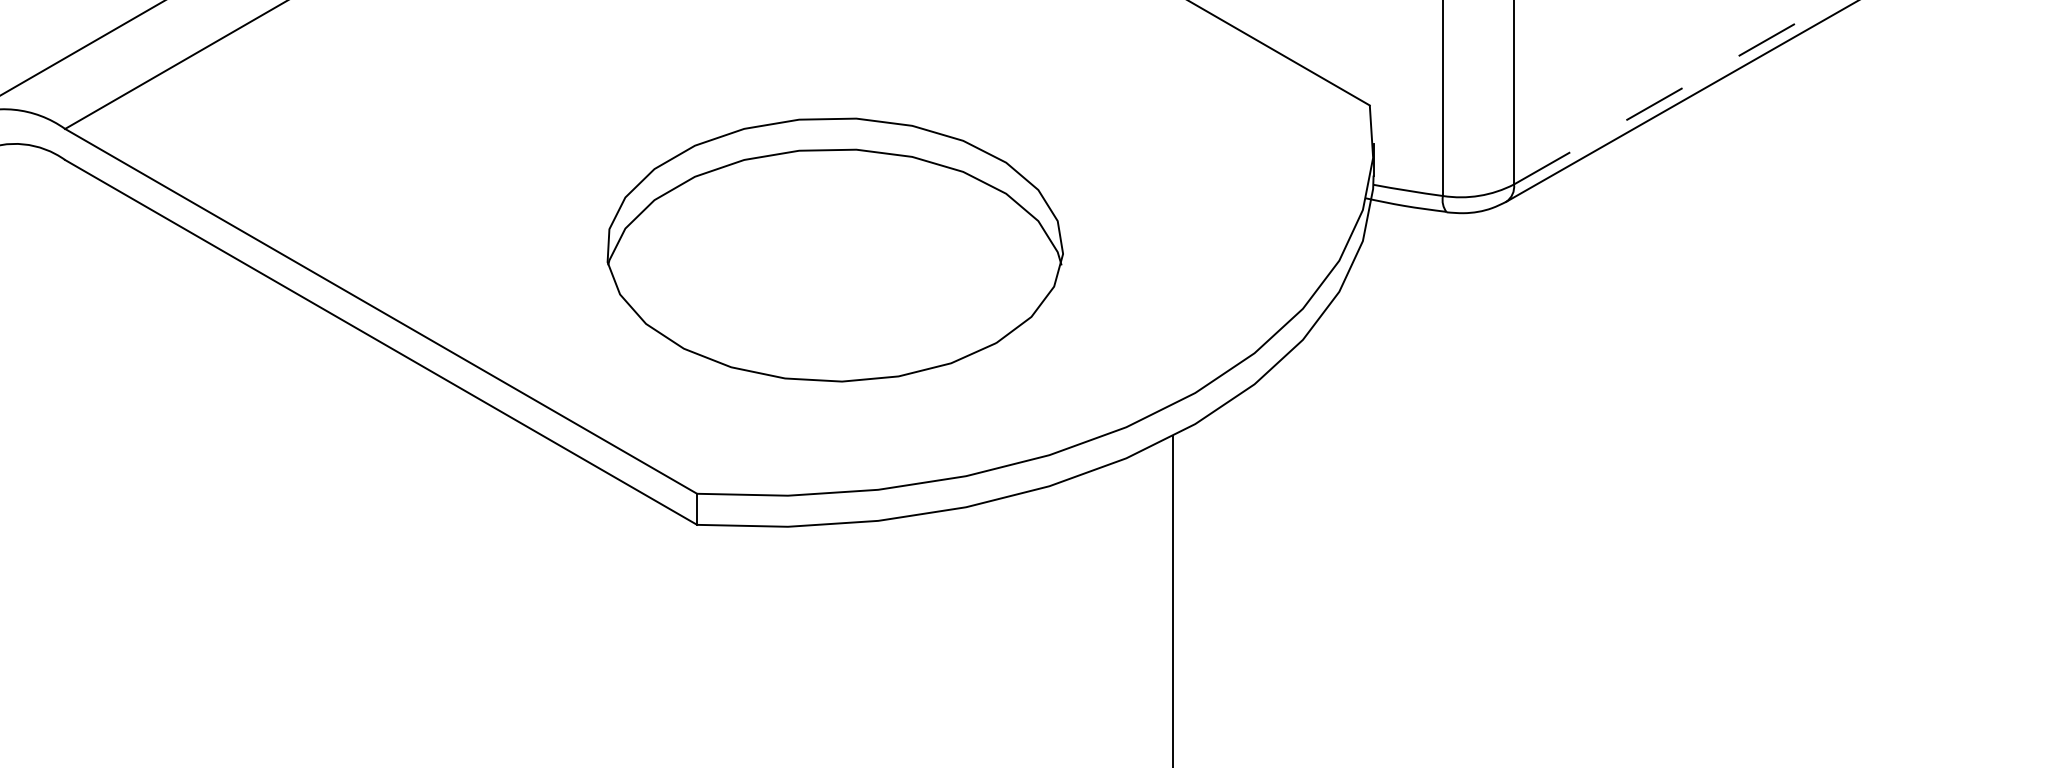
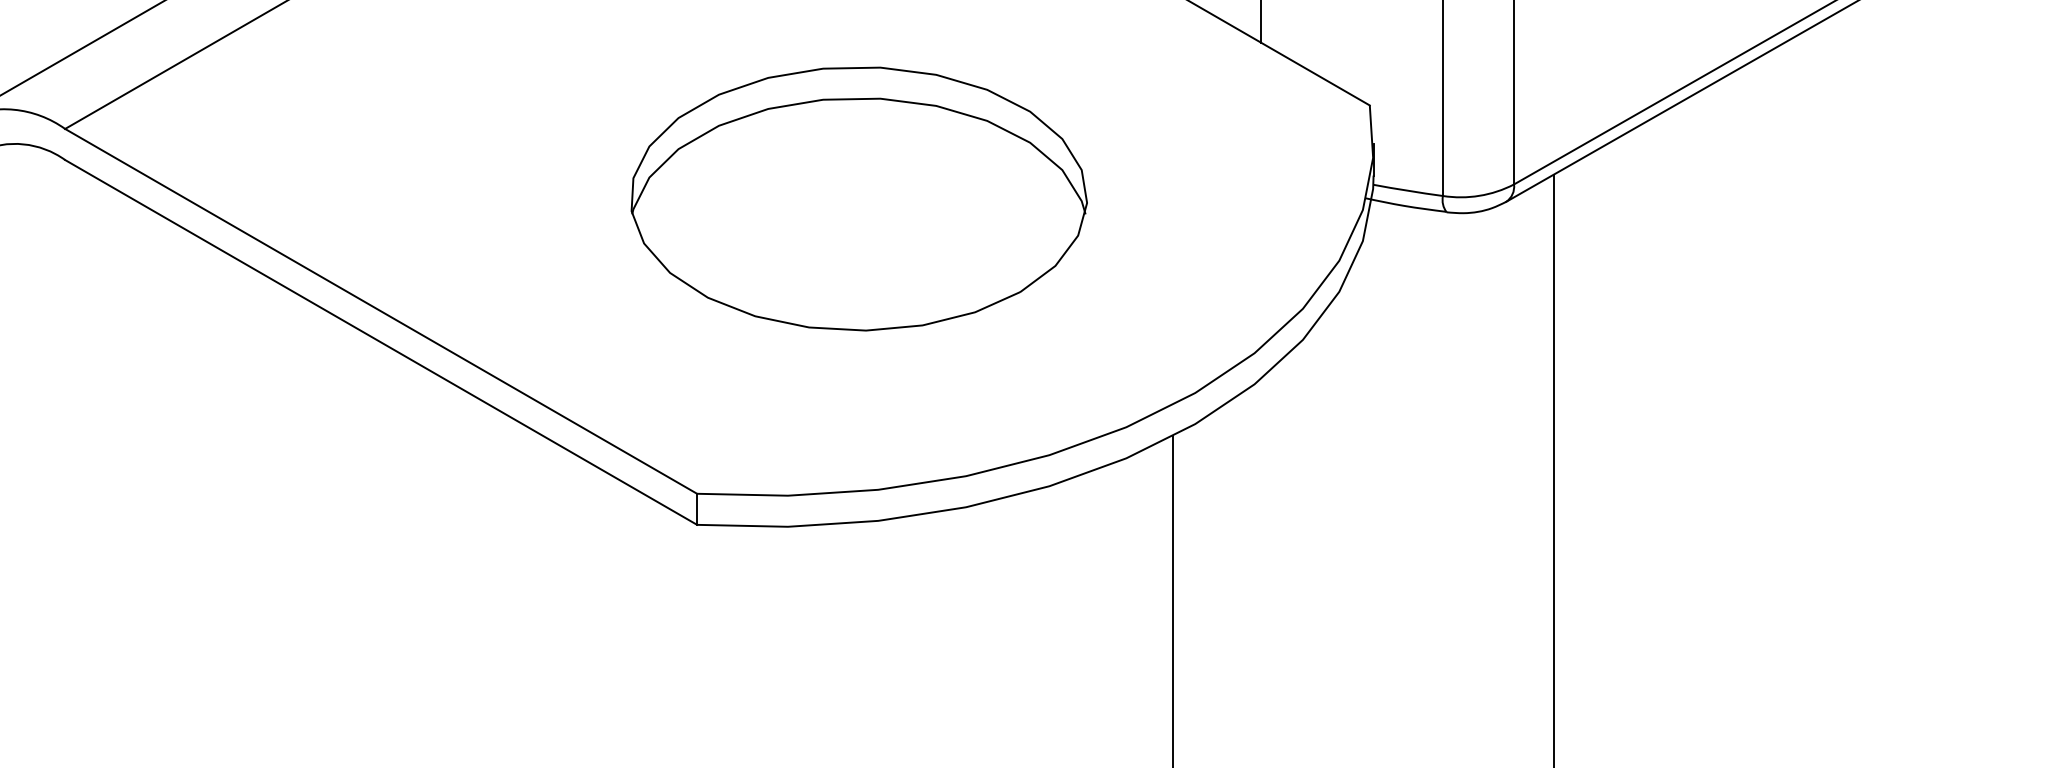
line at (1260, 22): none -> present
line at (1675, 92): dashed -> solid
part at (834, 249) position: (834, 249) -> (858, 198)
line at (1553, 469): none -> present
